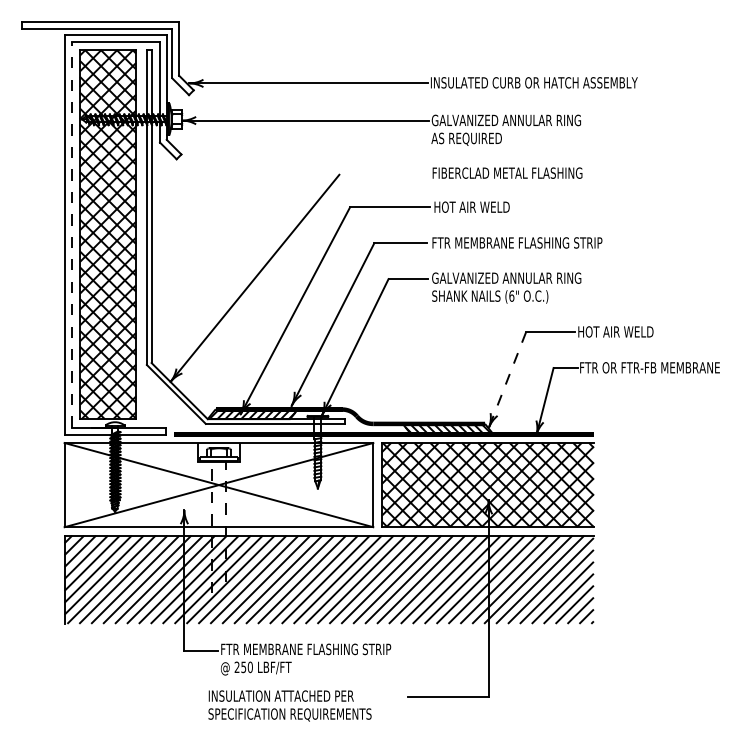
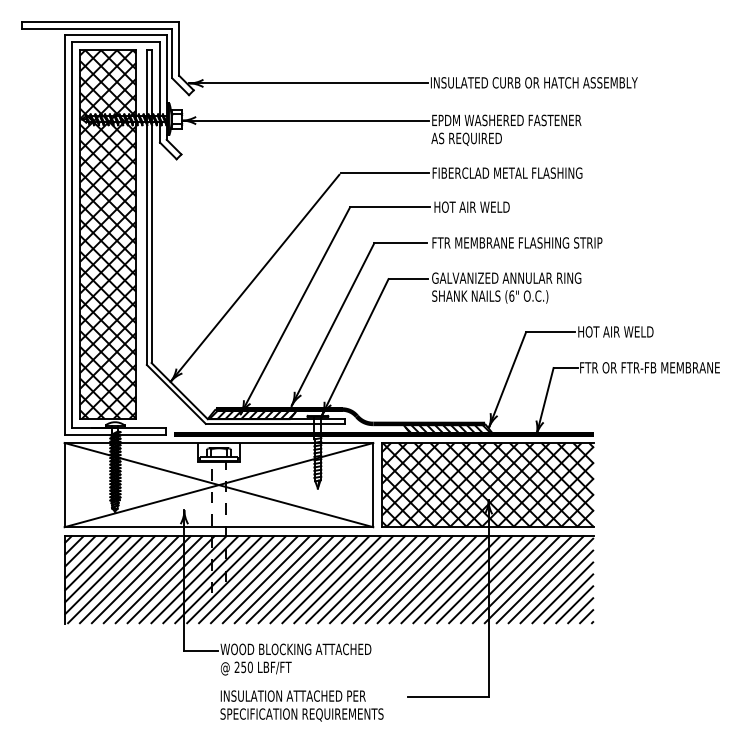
text at (506, 120): GALVANIZED ANNULAR RING -> EPDM WASHERED FASTENER
line at (384, 173): none -> present
line at (71, 234): dashed -> solid
line at (507, 380): dashed -> solid
text at (305, 649): FTR MEMBRANE FLASHING STRIP -> WOOD BLOCKING ATTACHED
text at (289, 705) position: (289, 705) -> (301, 705)
